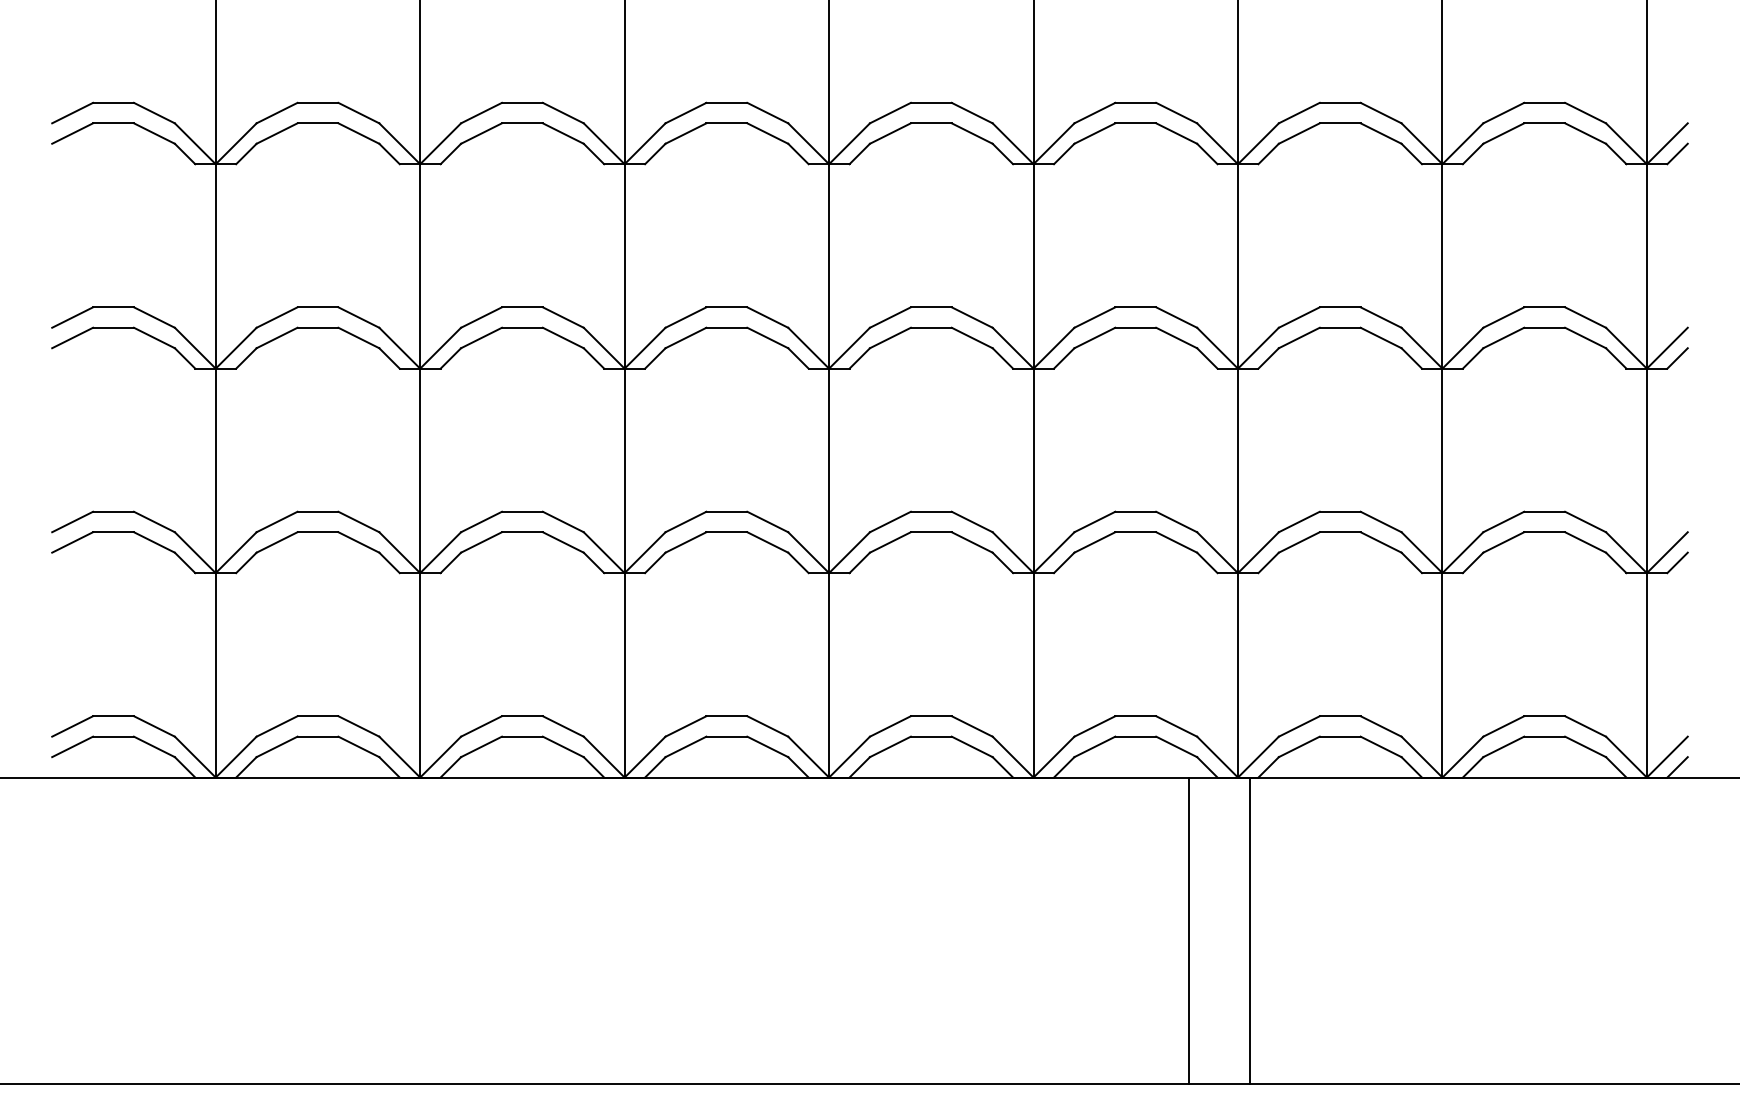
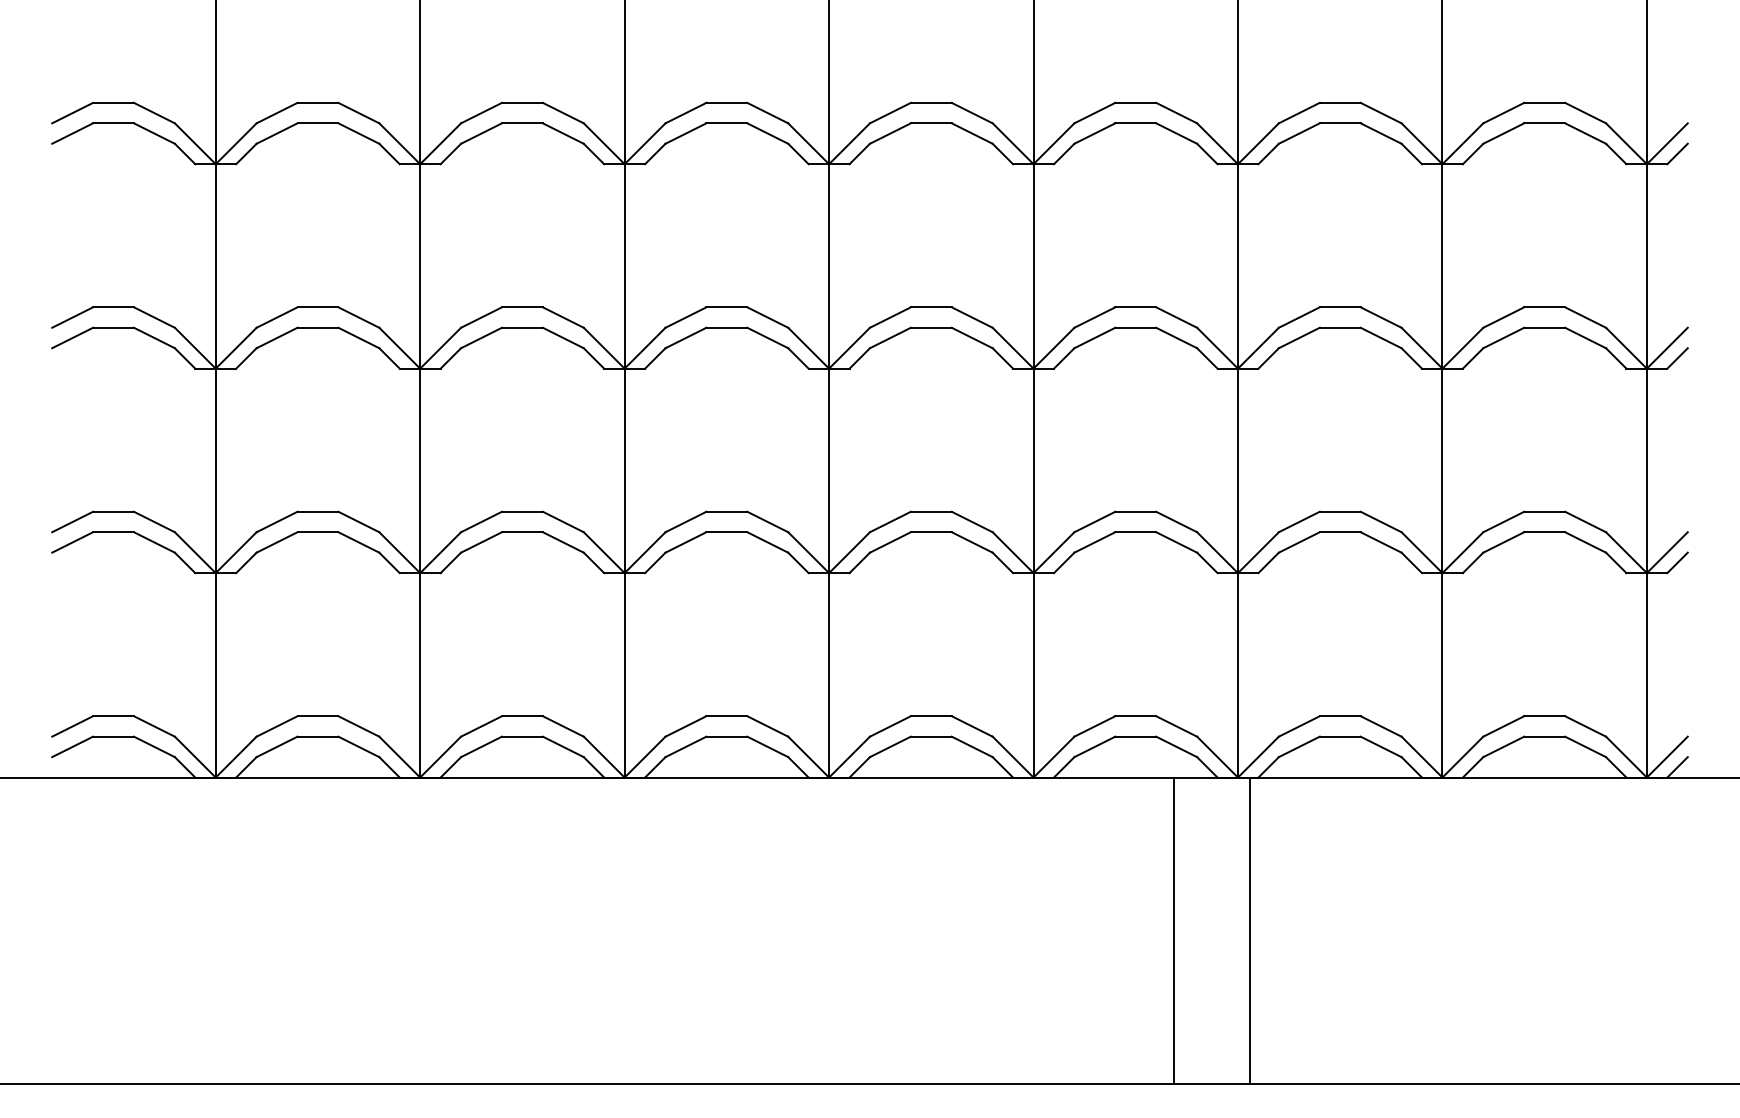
line at (1188, 930) position: (1188, 930) -> (1173, 930)
